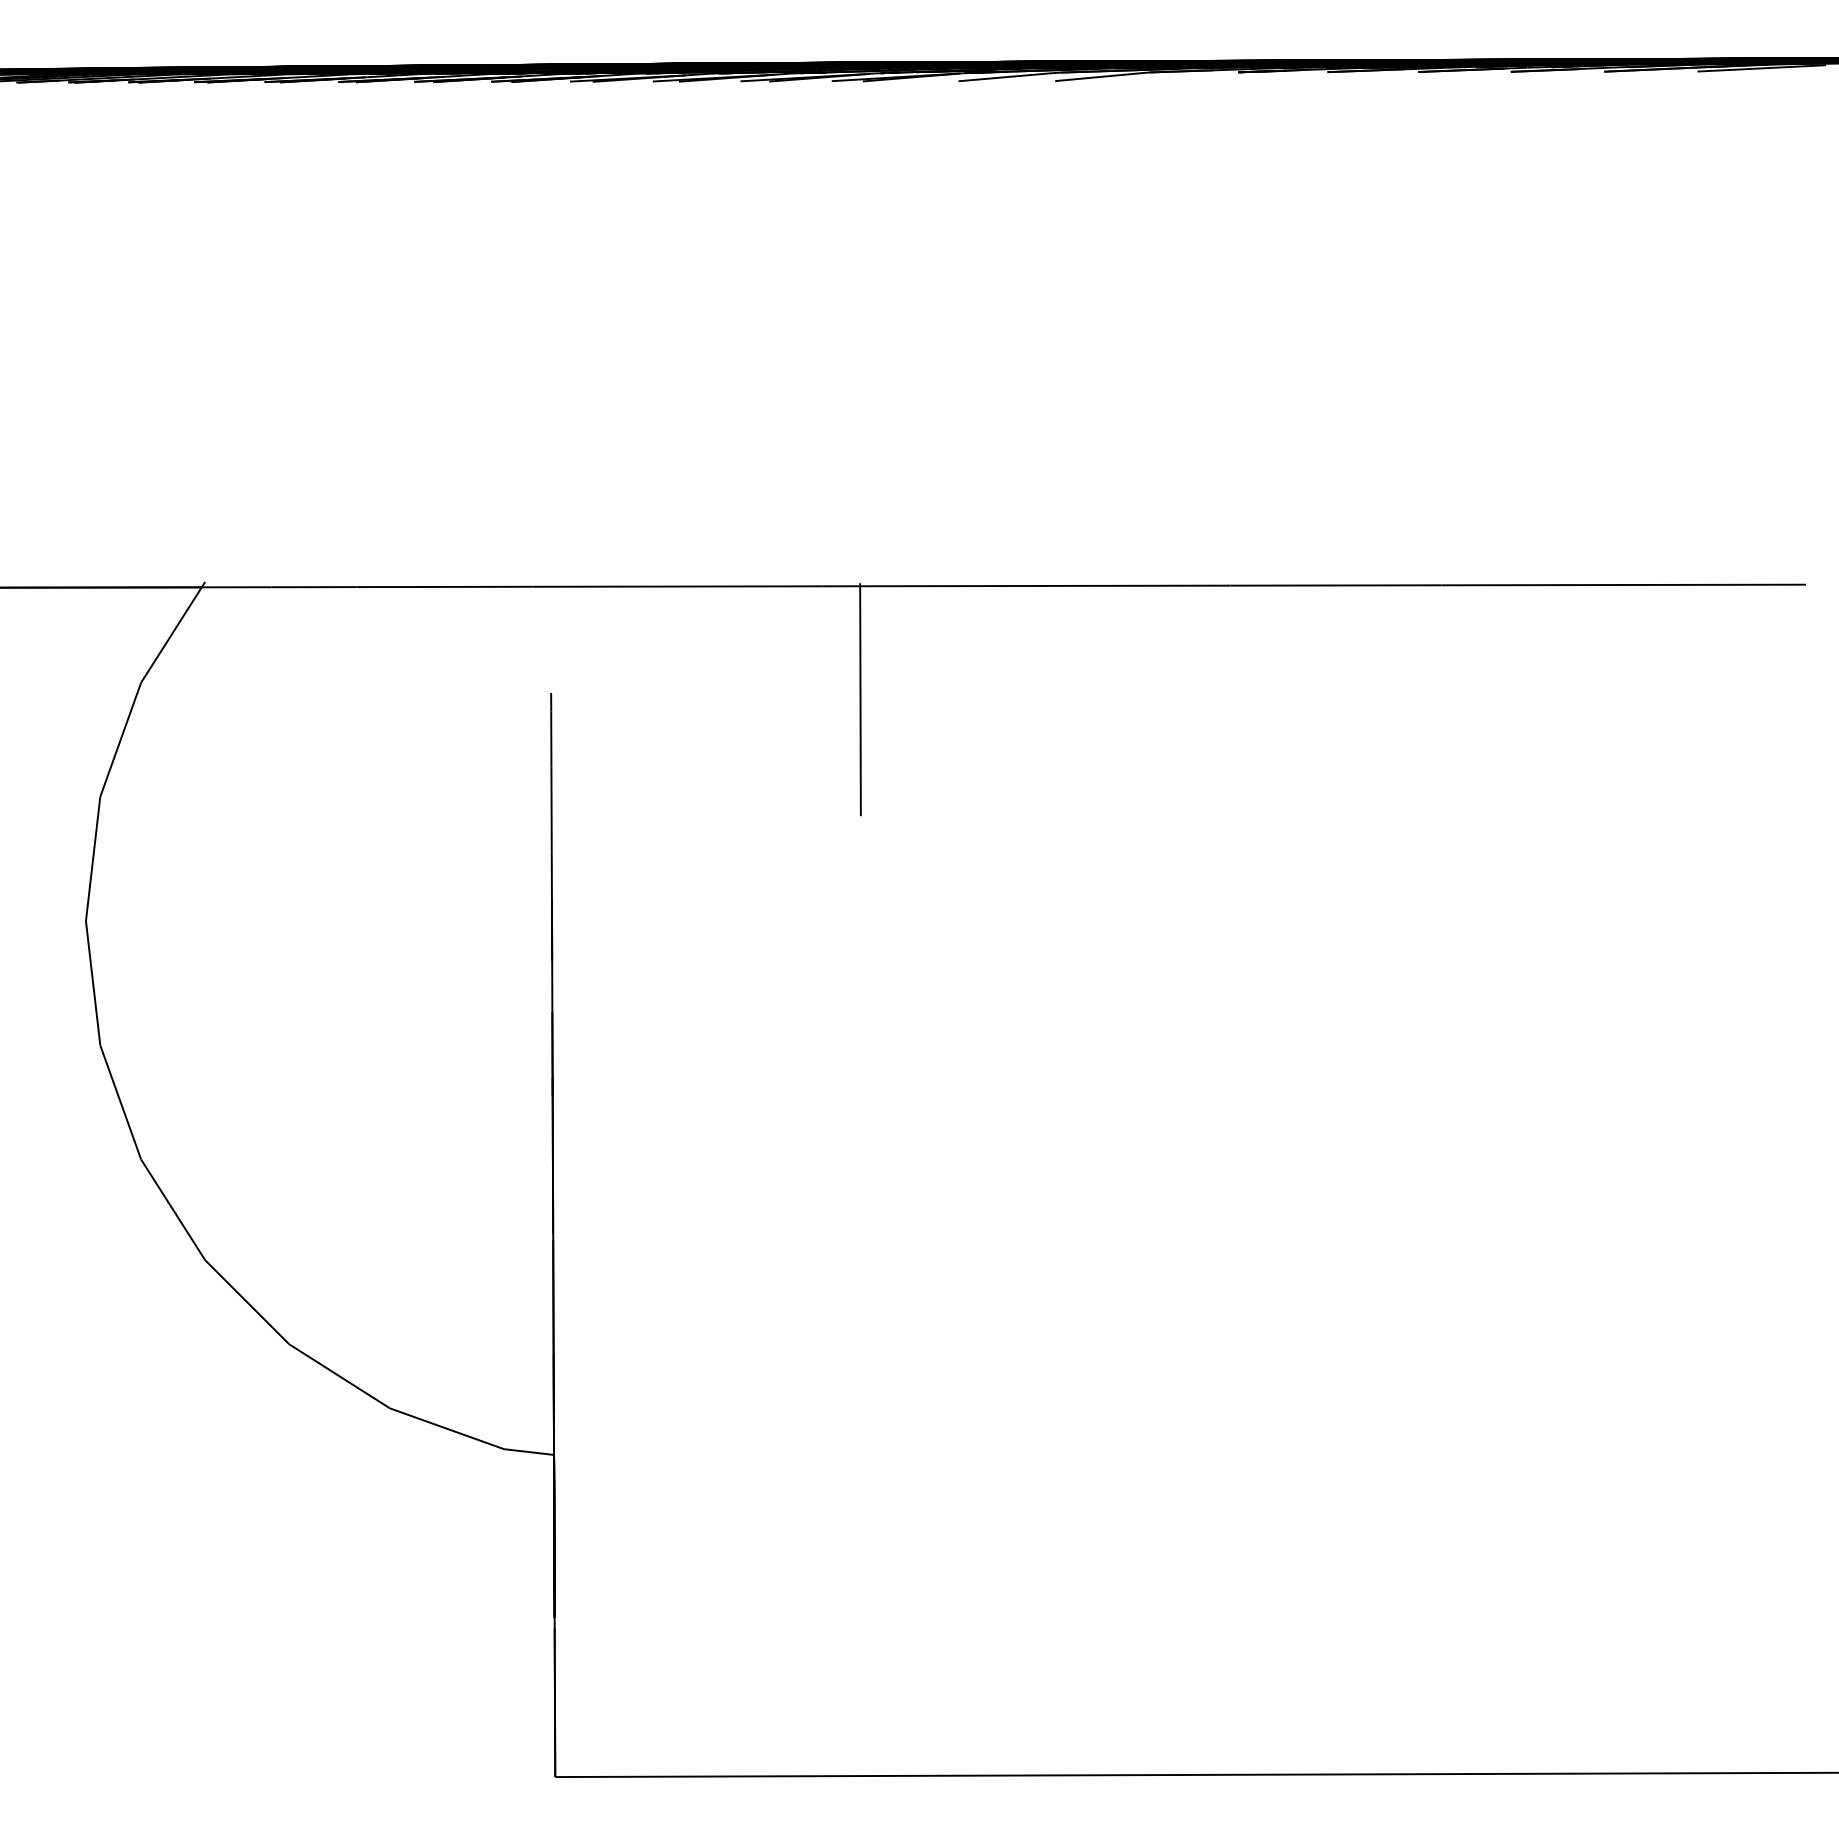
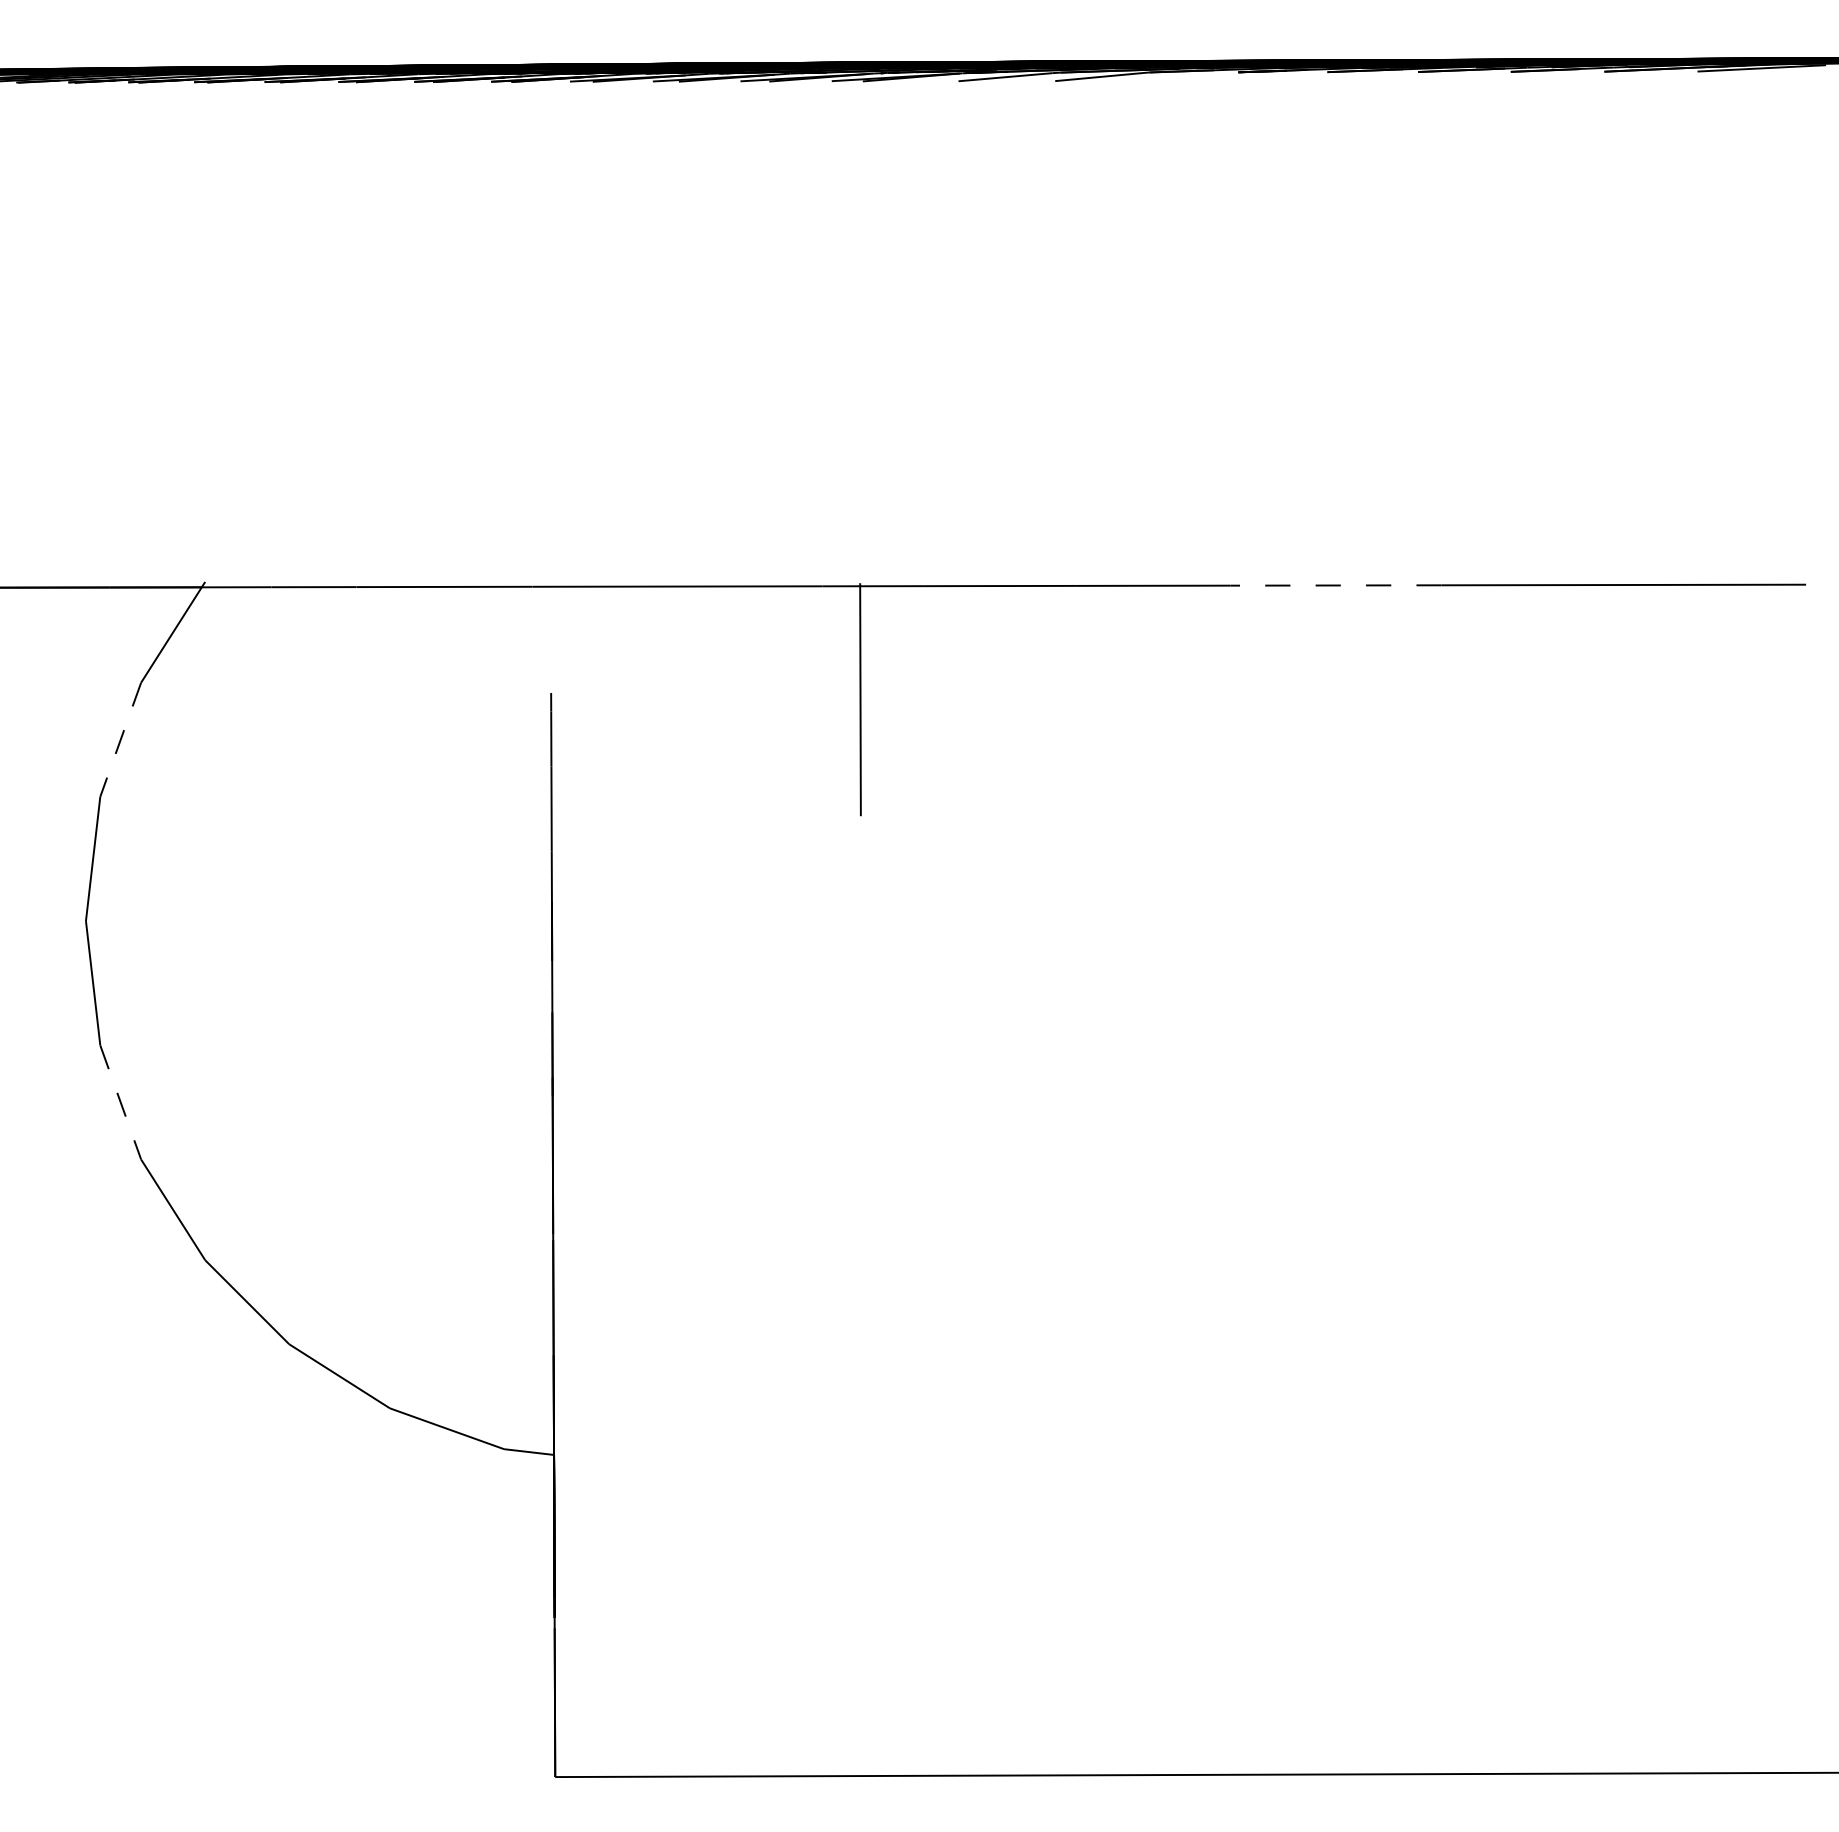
line at (1336, 585): solid -> dashed
line at (120, 739): solid -> dashed
line at (120, 1102): solid -> dashed
